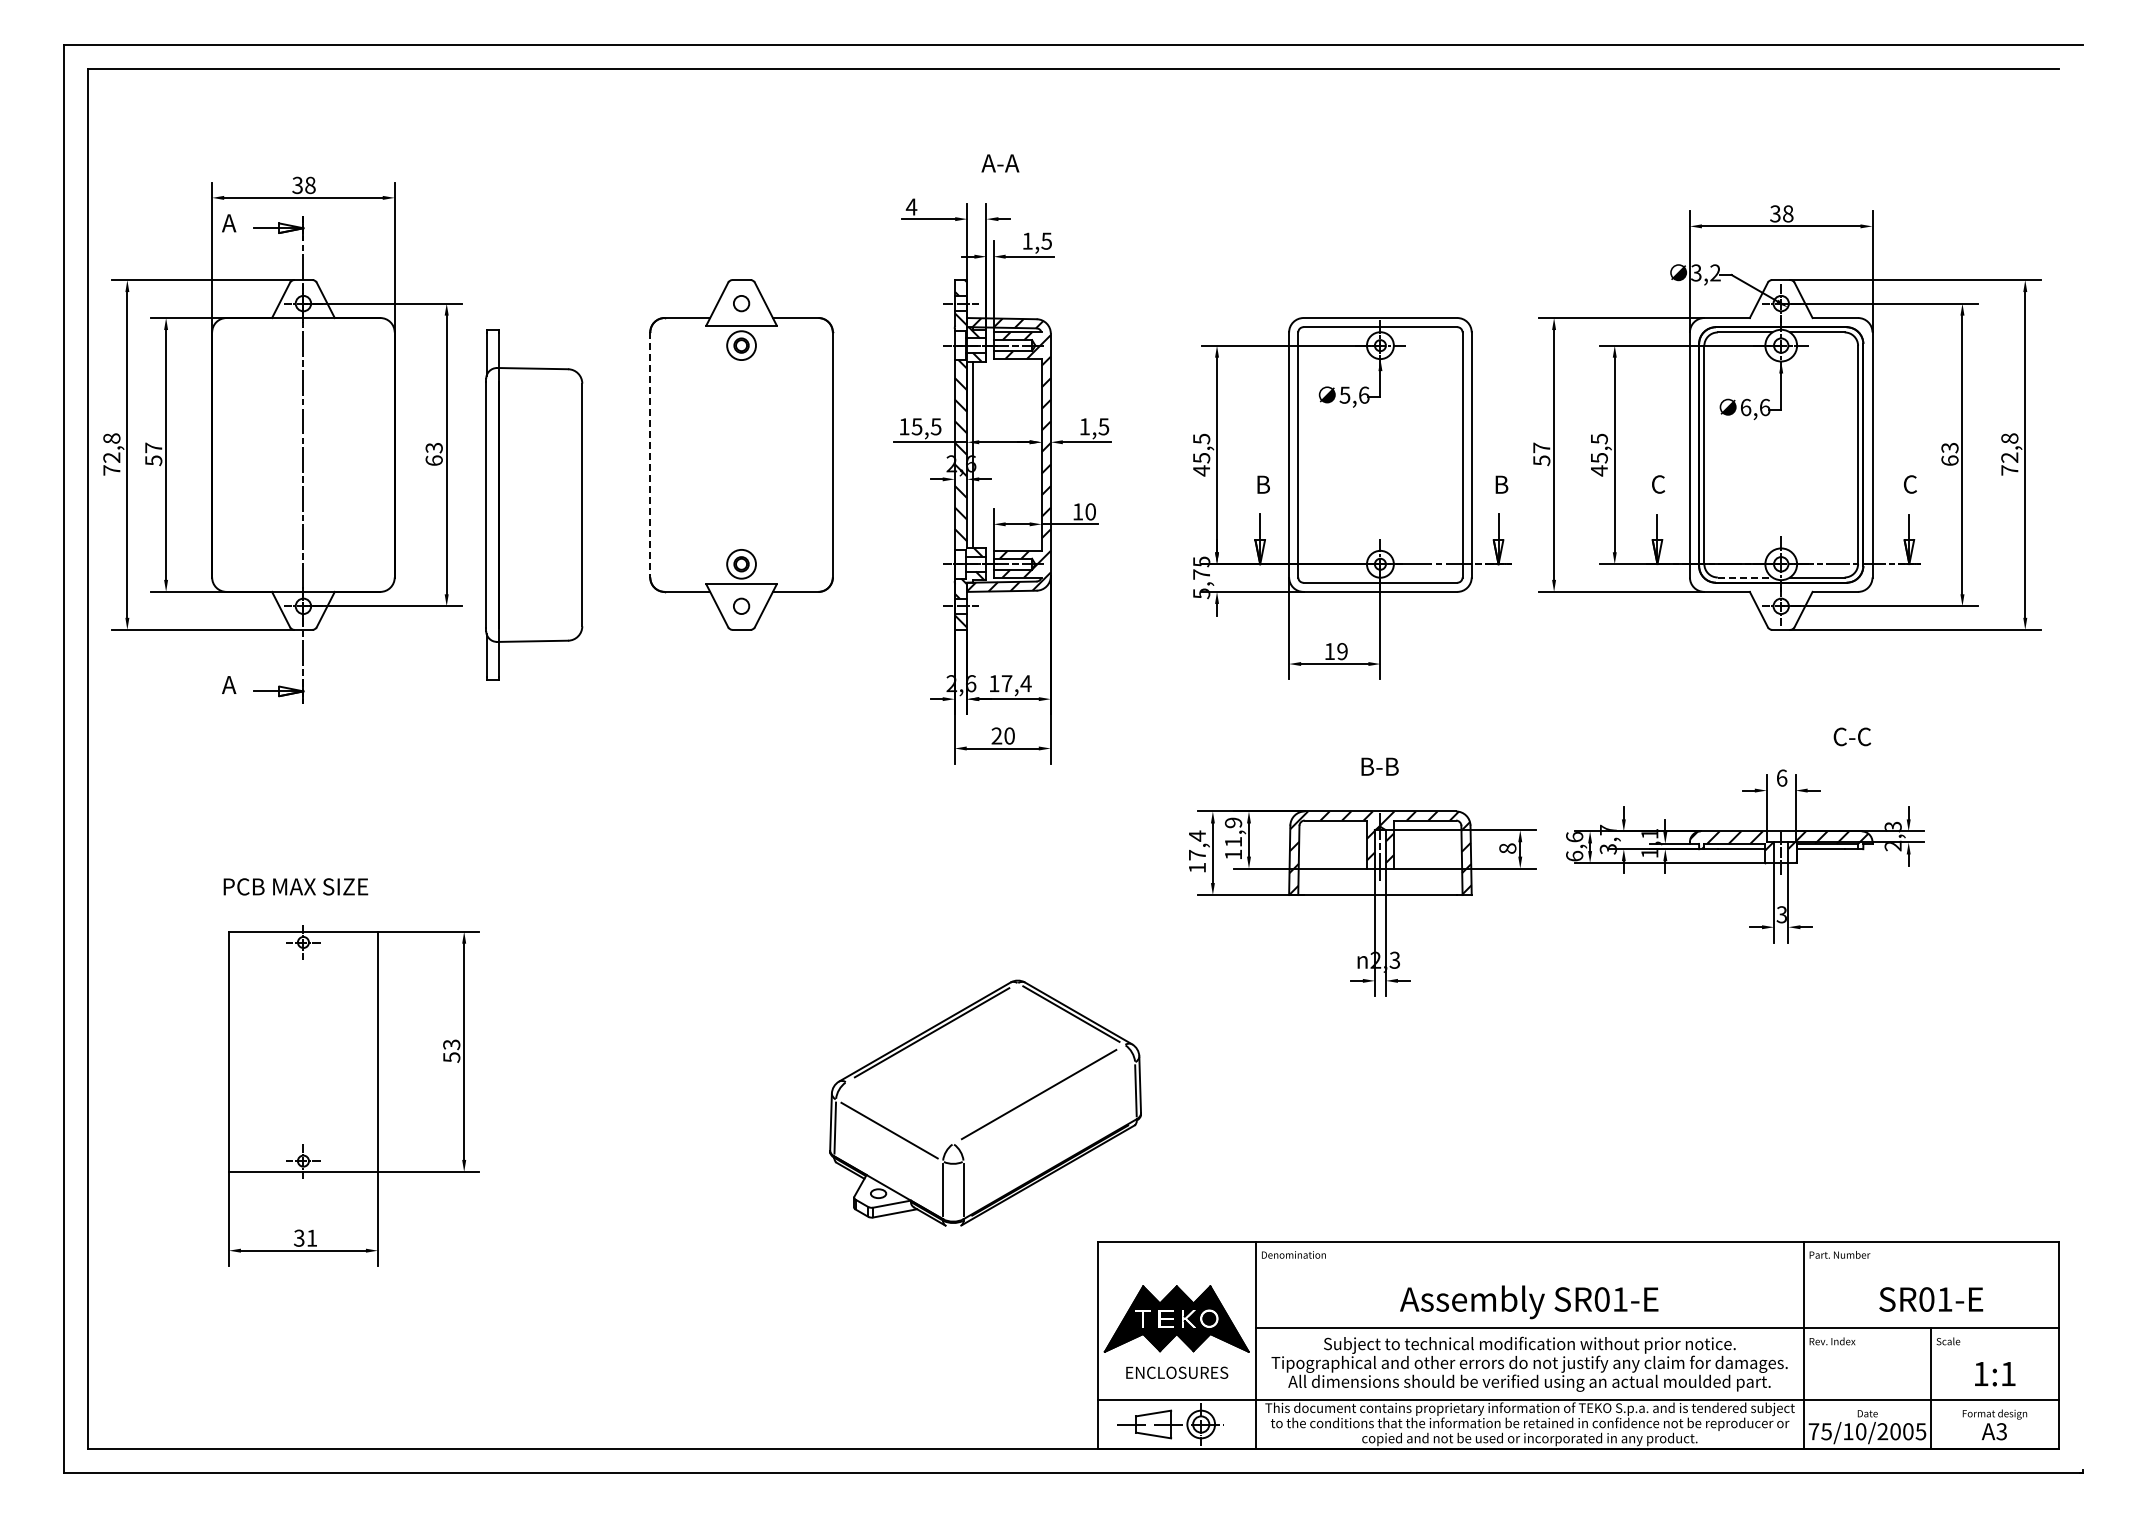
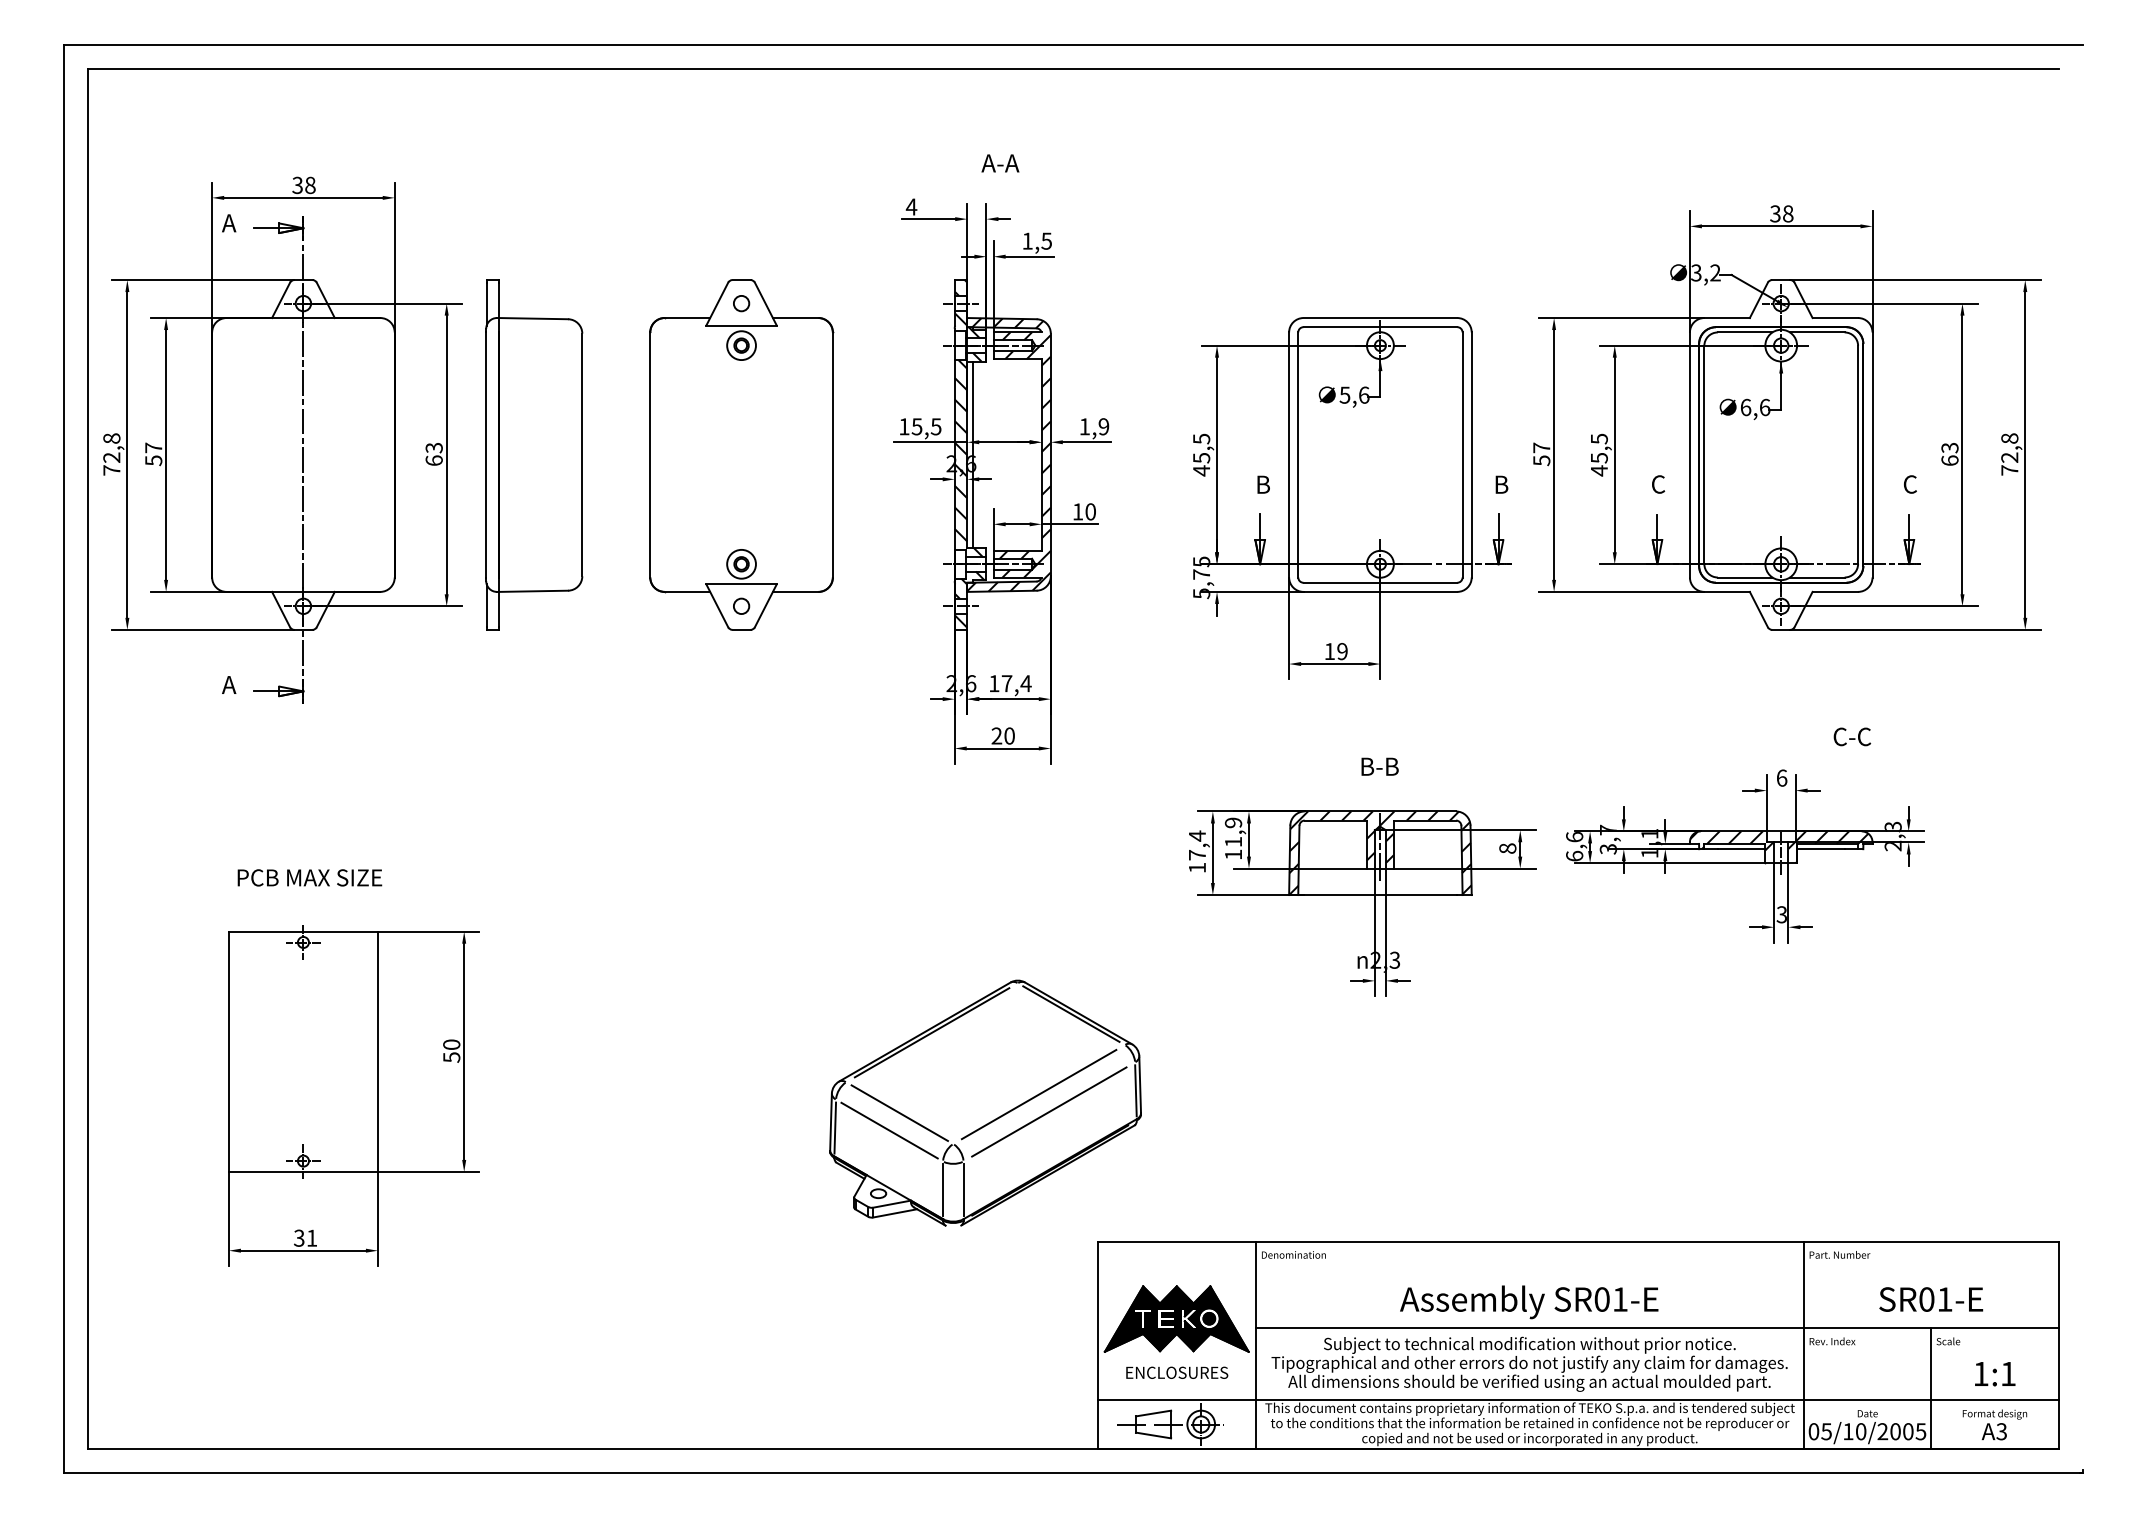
text at (1103, 426): 1,5 -> 1,9
line at (650, 454): dashed -> solid
part at (534, 504) position: (534, 504) -> (534, 454)
line at (1745, 577): dashed -> solid
text at (295, 886) position: (295, 886) -> (309, 877)
text at (451, 1044): 53 -> 50
line at (1049, 1111): none -> present
line at (899, 1112): none -> present
text at (1813, 1431): 75/10/2005 -> 05/10/2005
